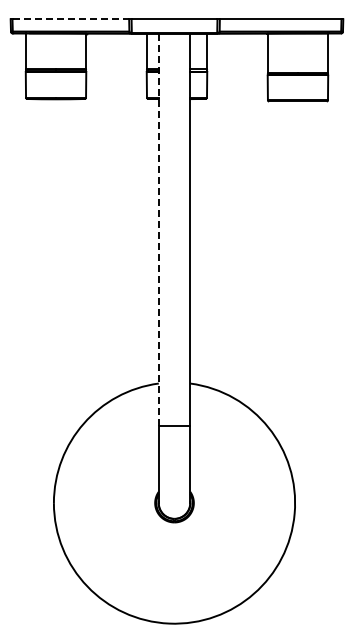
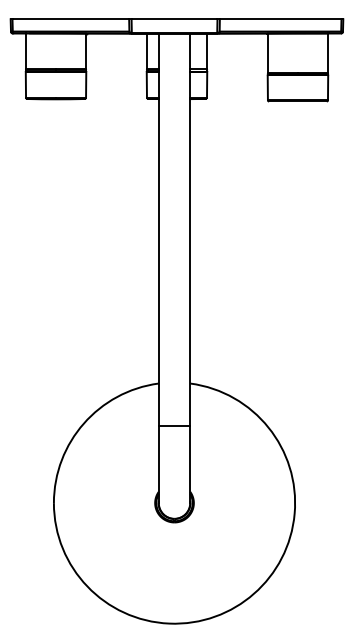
line at (71, 19): dashed -> solid
line at (158, 229): dashed -> solid
